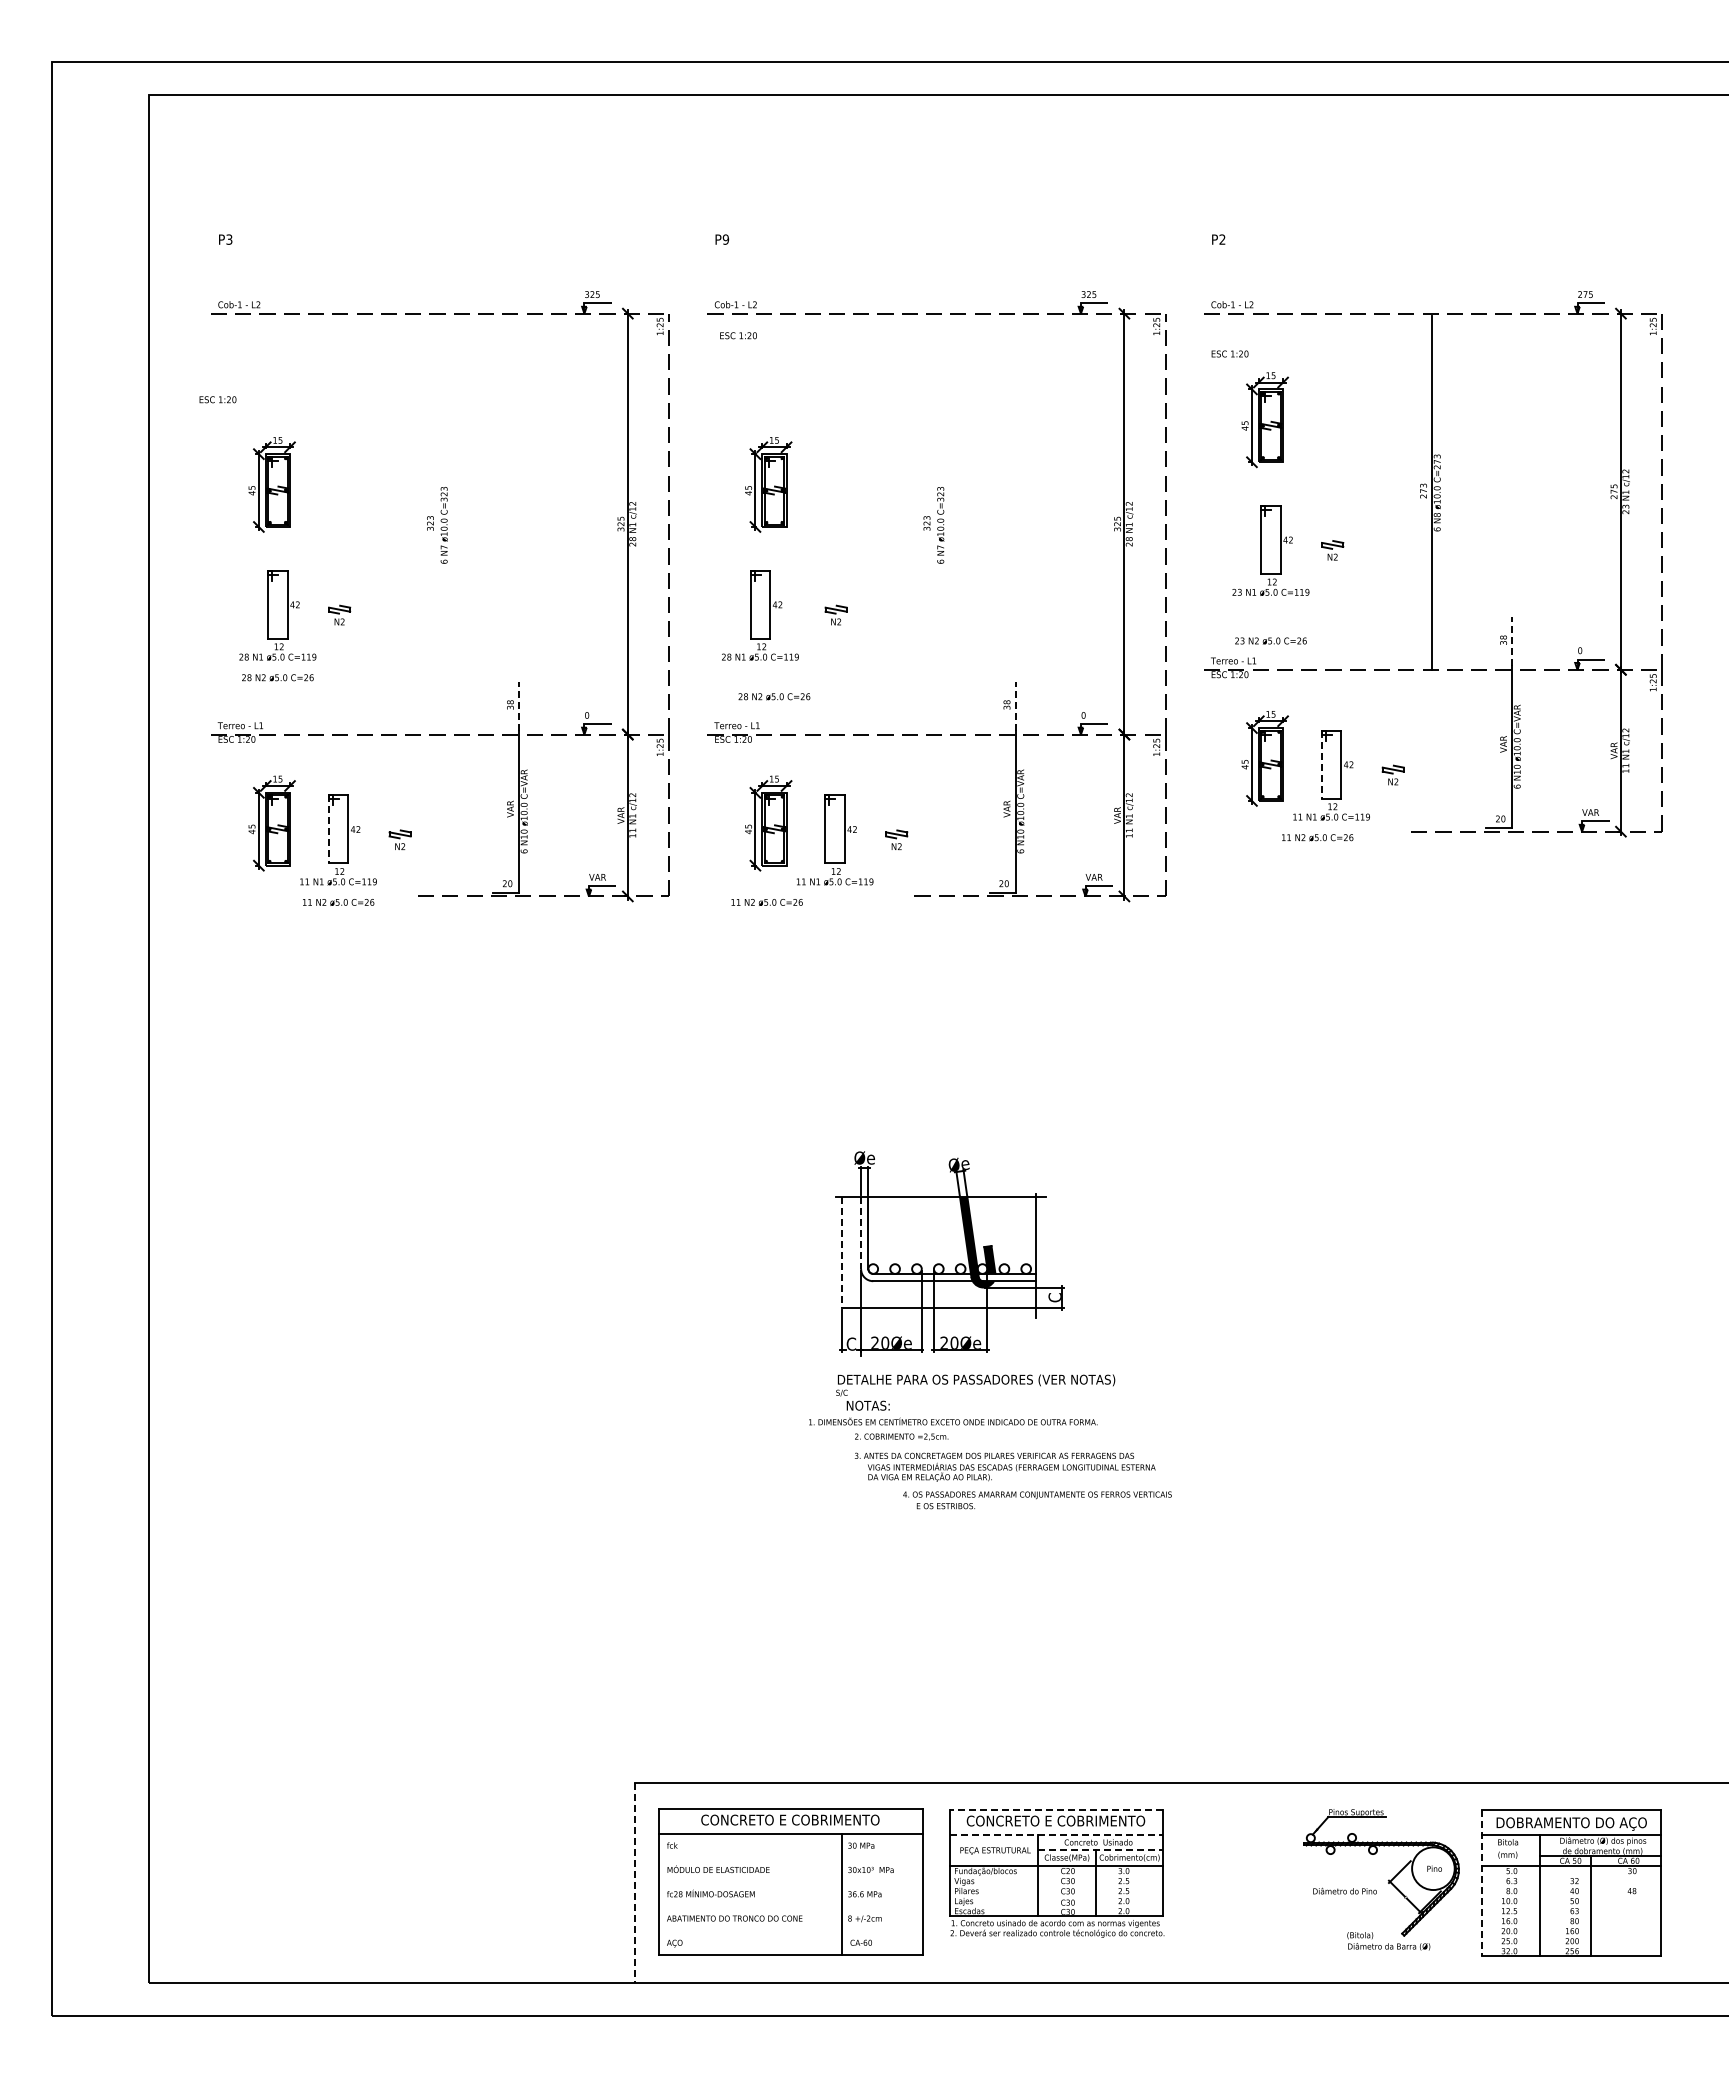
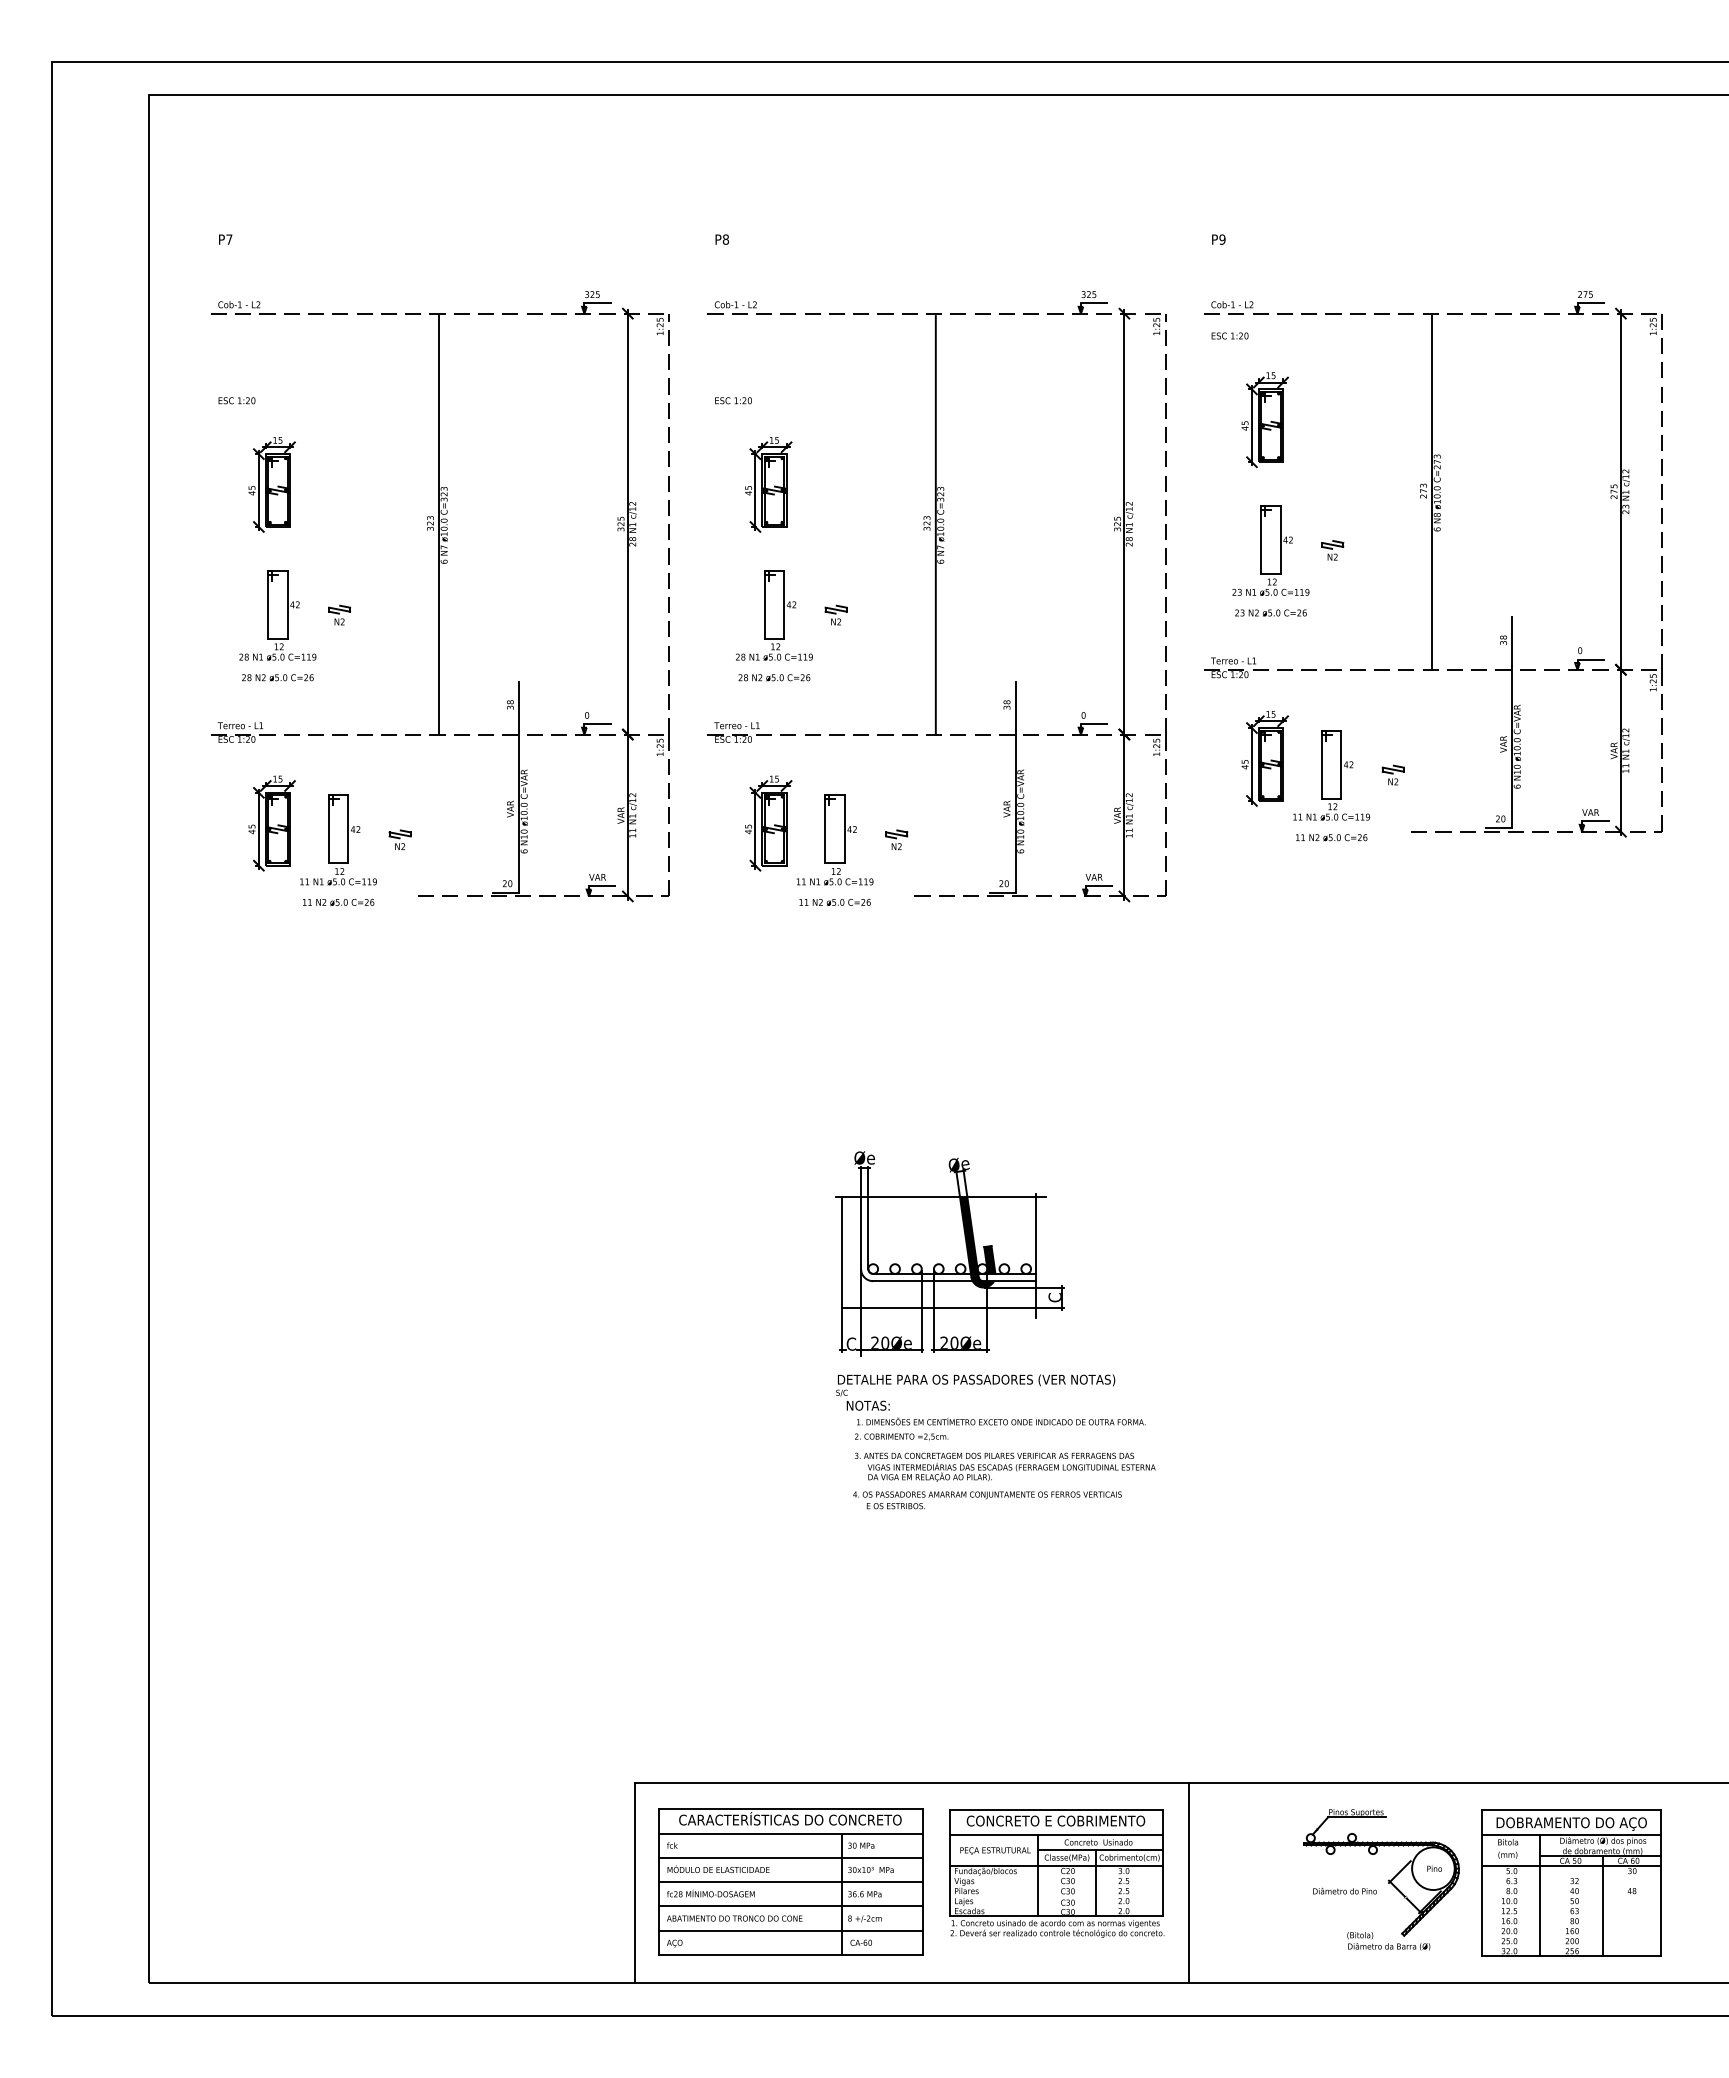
text at (229, 239): P3 -> P7
text at (725, 239): P9 -> P8
text at (1222, 239): P2 -> P9
text at (738, 335) position: (738, 335) -> (733, 400)
text at (1229, 353) position: (1229, 353) -> (1229, 335)
text at (217, 399) position: (217, 399) -> (236, 400)
line at (439, 525): none -> present
line at (935, 525): none -> present
part at (760, 615) position: (760, 615) -> (774, 615)
text at (1270, 640) position: (1270, 640) -> (1270, 612)
line at (1512, 641): dashed -> solid
text at (774, 696) position: (774, 696) -> (774, 677)
line at (519, 705): dashed -> solid
line at (1015, 705): dashed -> solid
line at (1321, 764): dashed -> solid
line at (328, 829): dashed -> solid
text at (1317, 837) position: (1317, 837) -> (1331, 837)
text at (766, 902) position: (766, 902) -> (834, 902)
line at (861, 1233): dashed -> solid
line at (841, 1252): dashed -> solid
text at (953, 1421) position: (953, 1421) -> (1001, 1421)
text at (1037, 1500) position: (1037, 1500) -> (987, 1500)
line at (1056, 1810): dashed -> solid
text at (790, 1818): CONCRETO E COBRIMENTO -> CARACTERÍSTICAS DO CONCRETO
line at (1057, 1834): dashed -> solid
line at (1101, 1850): dashed -> solid
line at (790, 1857): none -> present
line at (790, 1882): none -> present
line at (1189, 1882): none -> present
line at (634, 1883): dashed -> solid
line at (1481, 1883): dashed -> solid
line at (1591, 1905) position: (1591, 1905) -> (1603, 1905)
line at (790, 1906): none -> present
line at (790, 1930): none -> present
